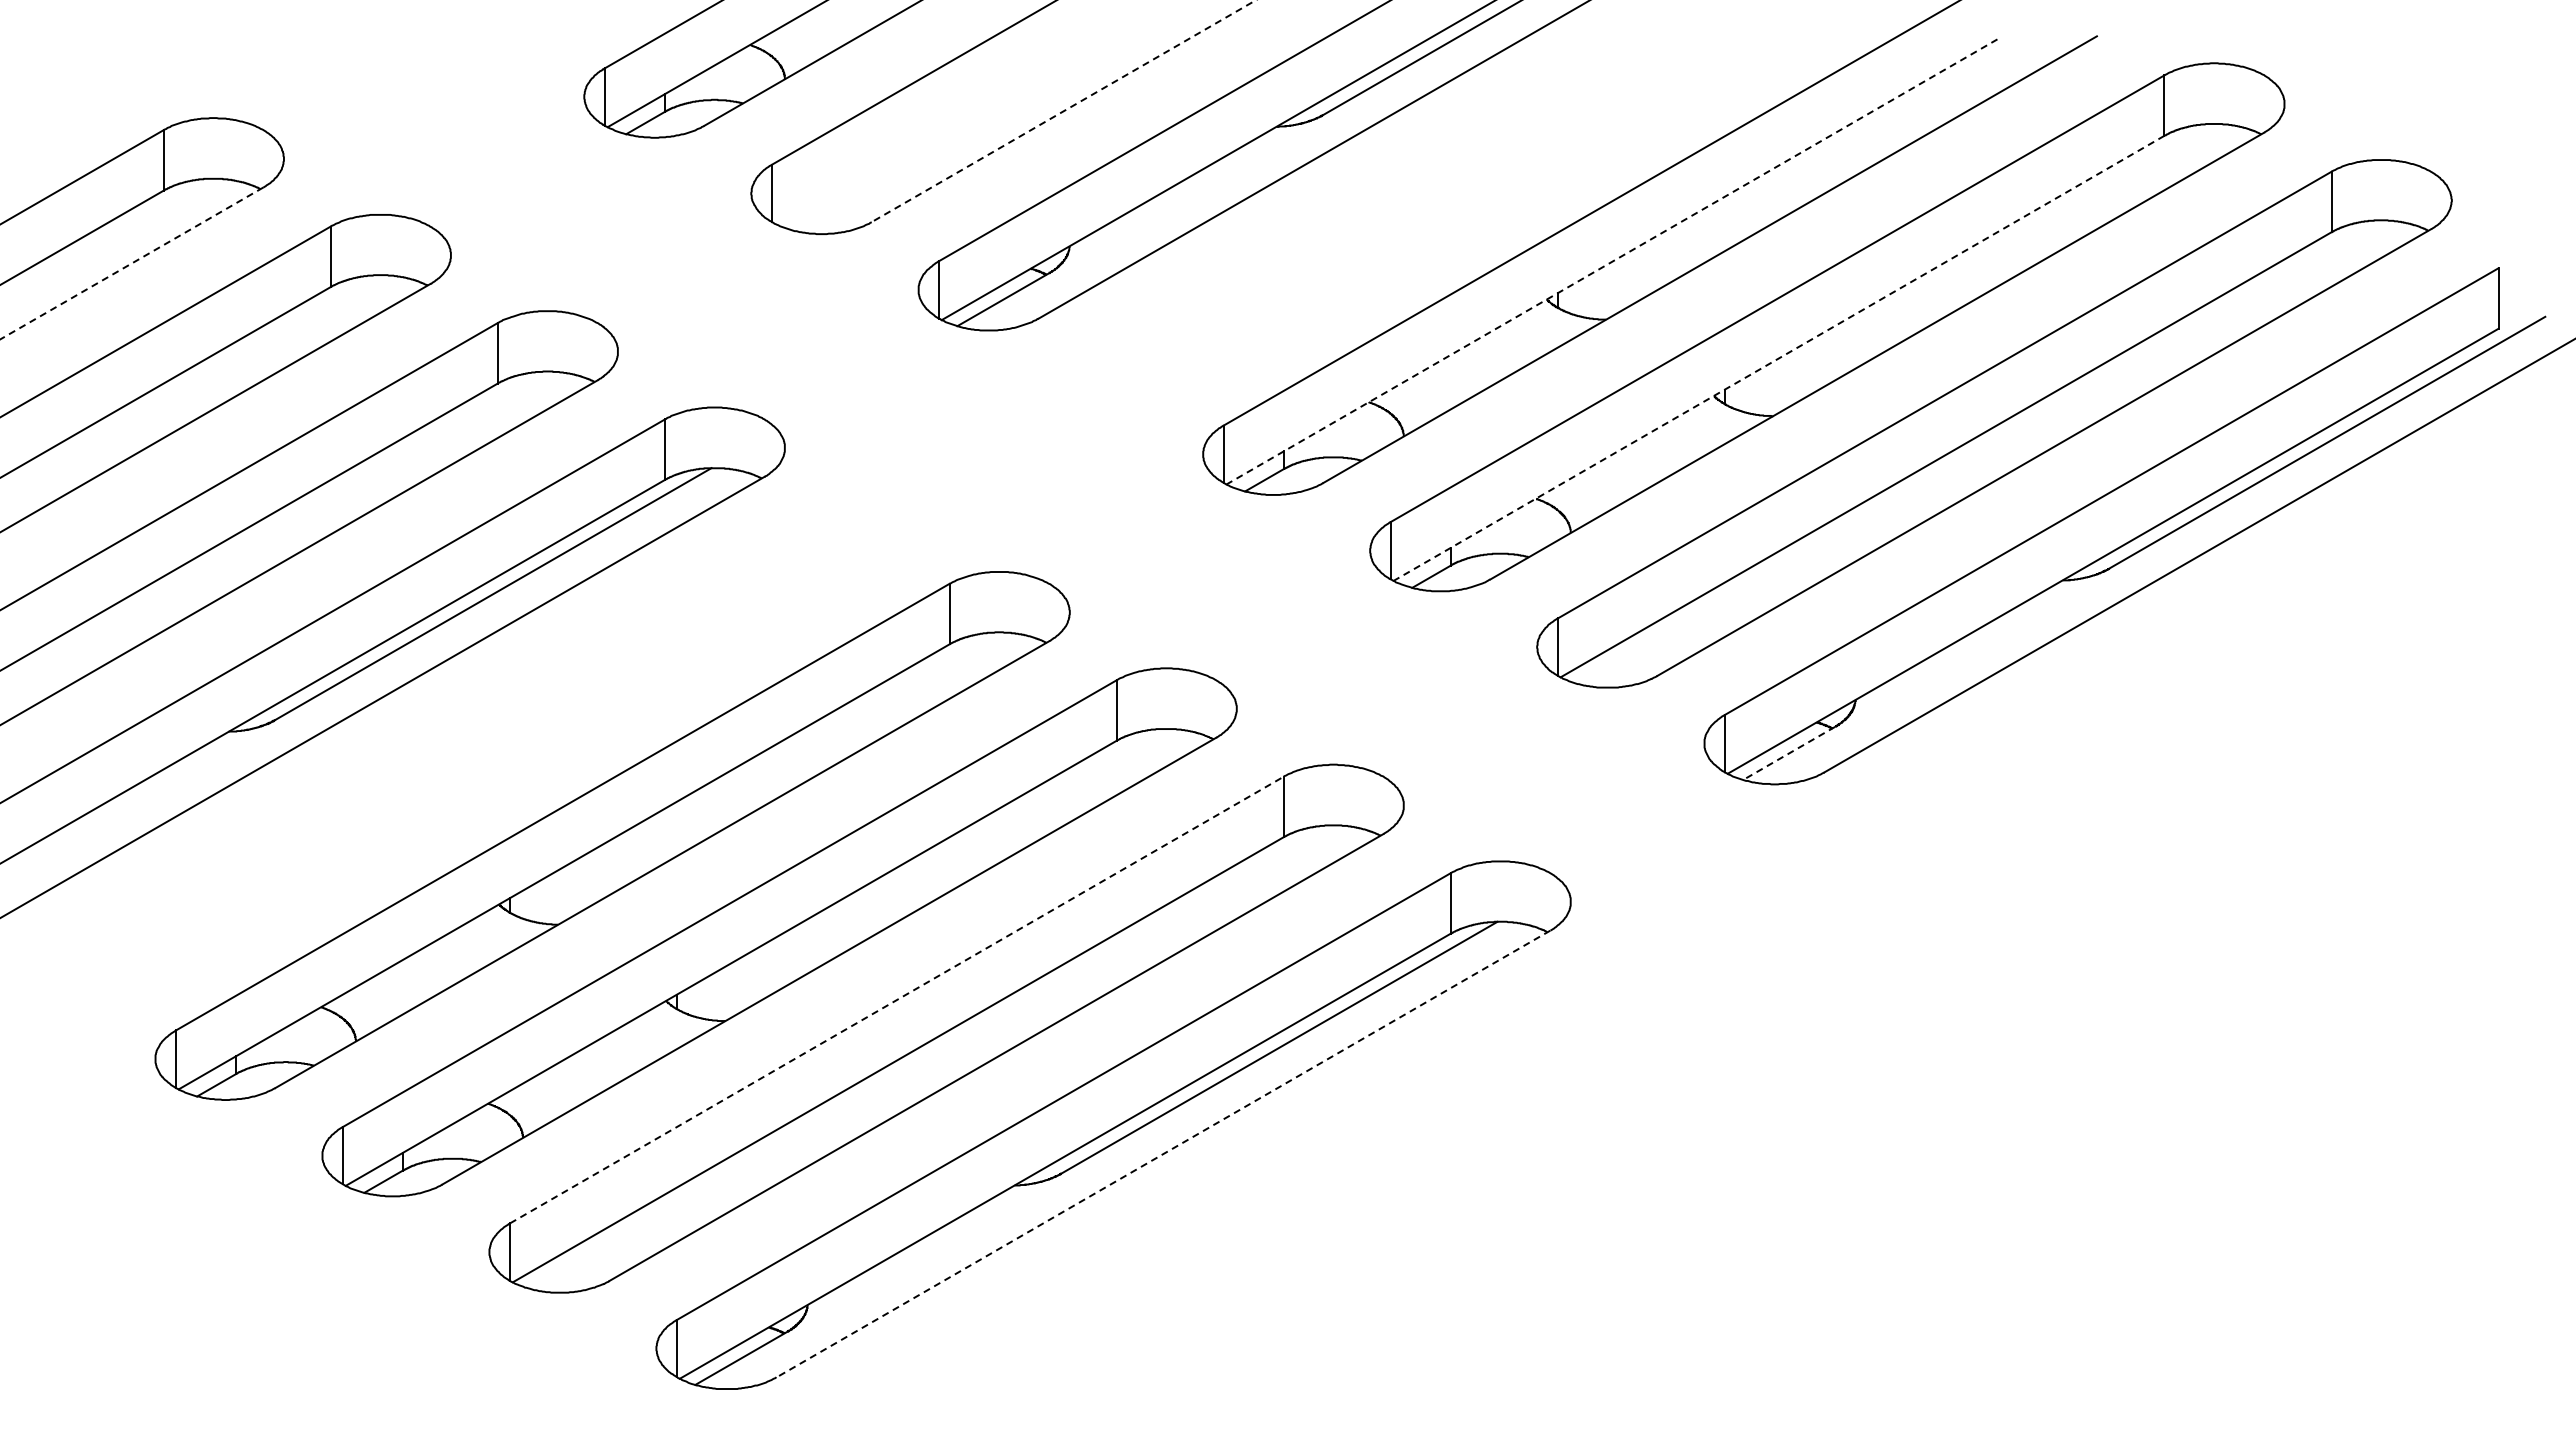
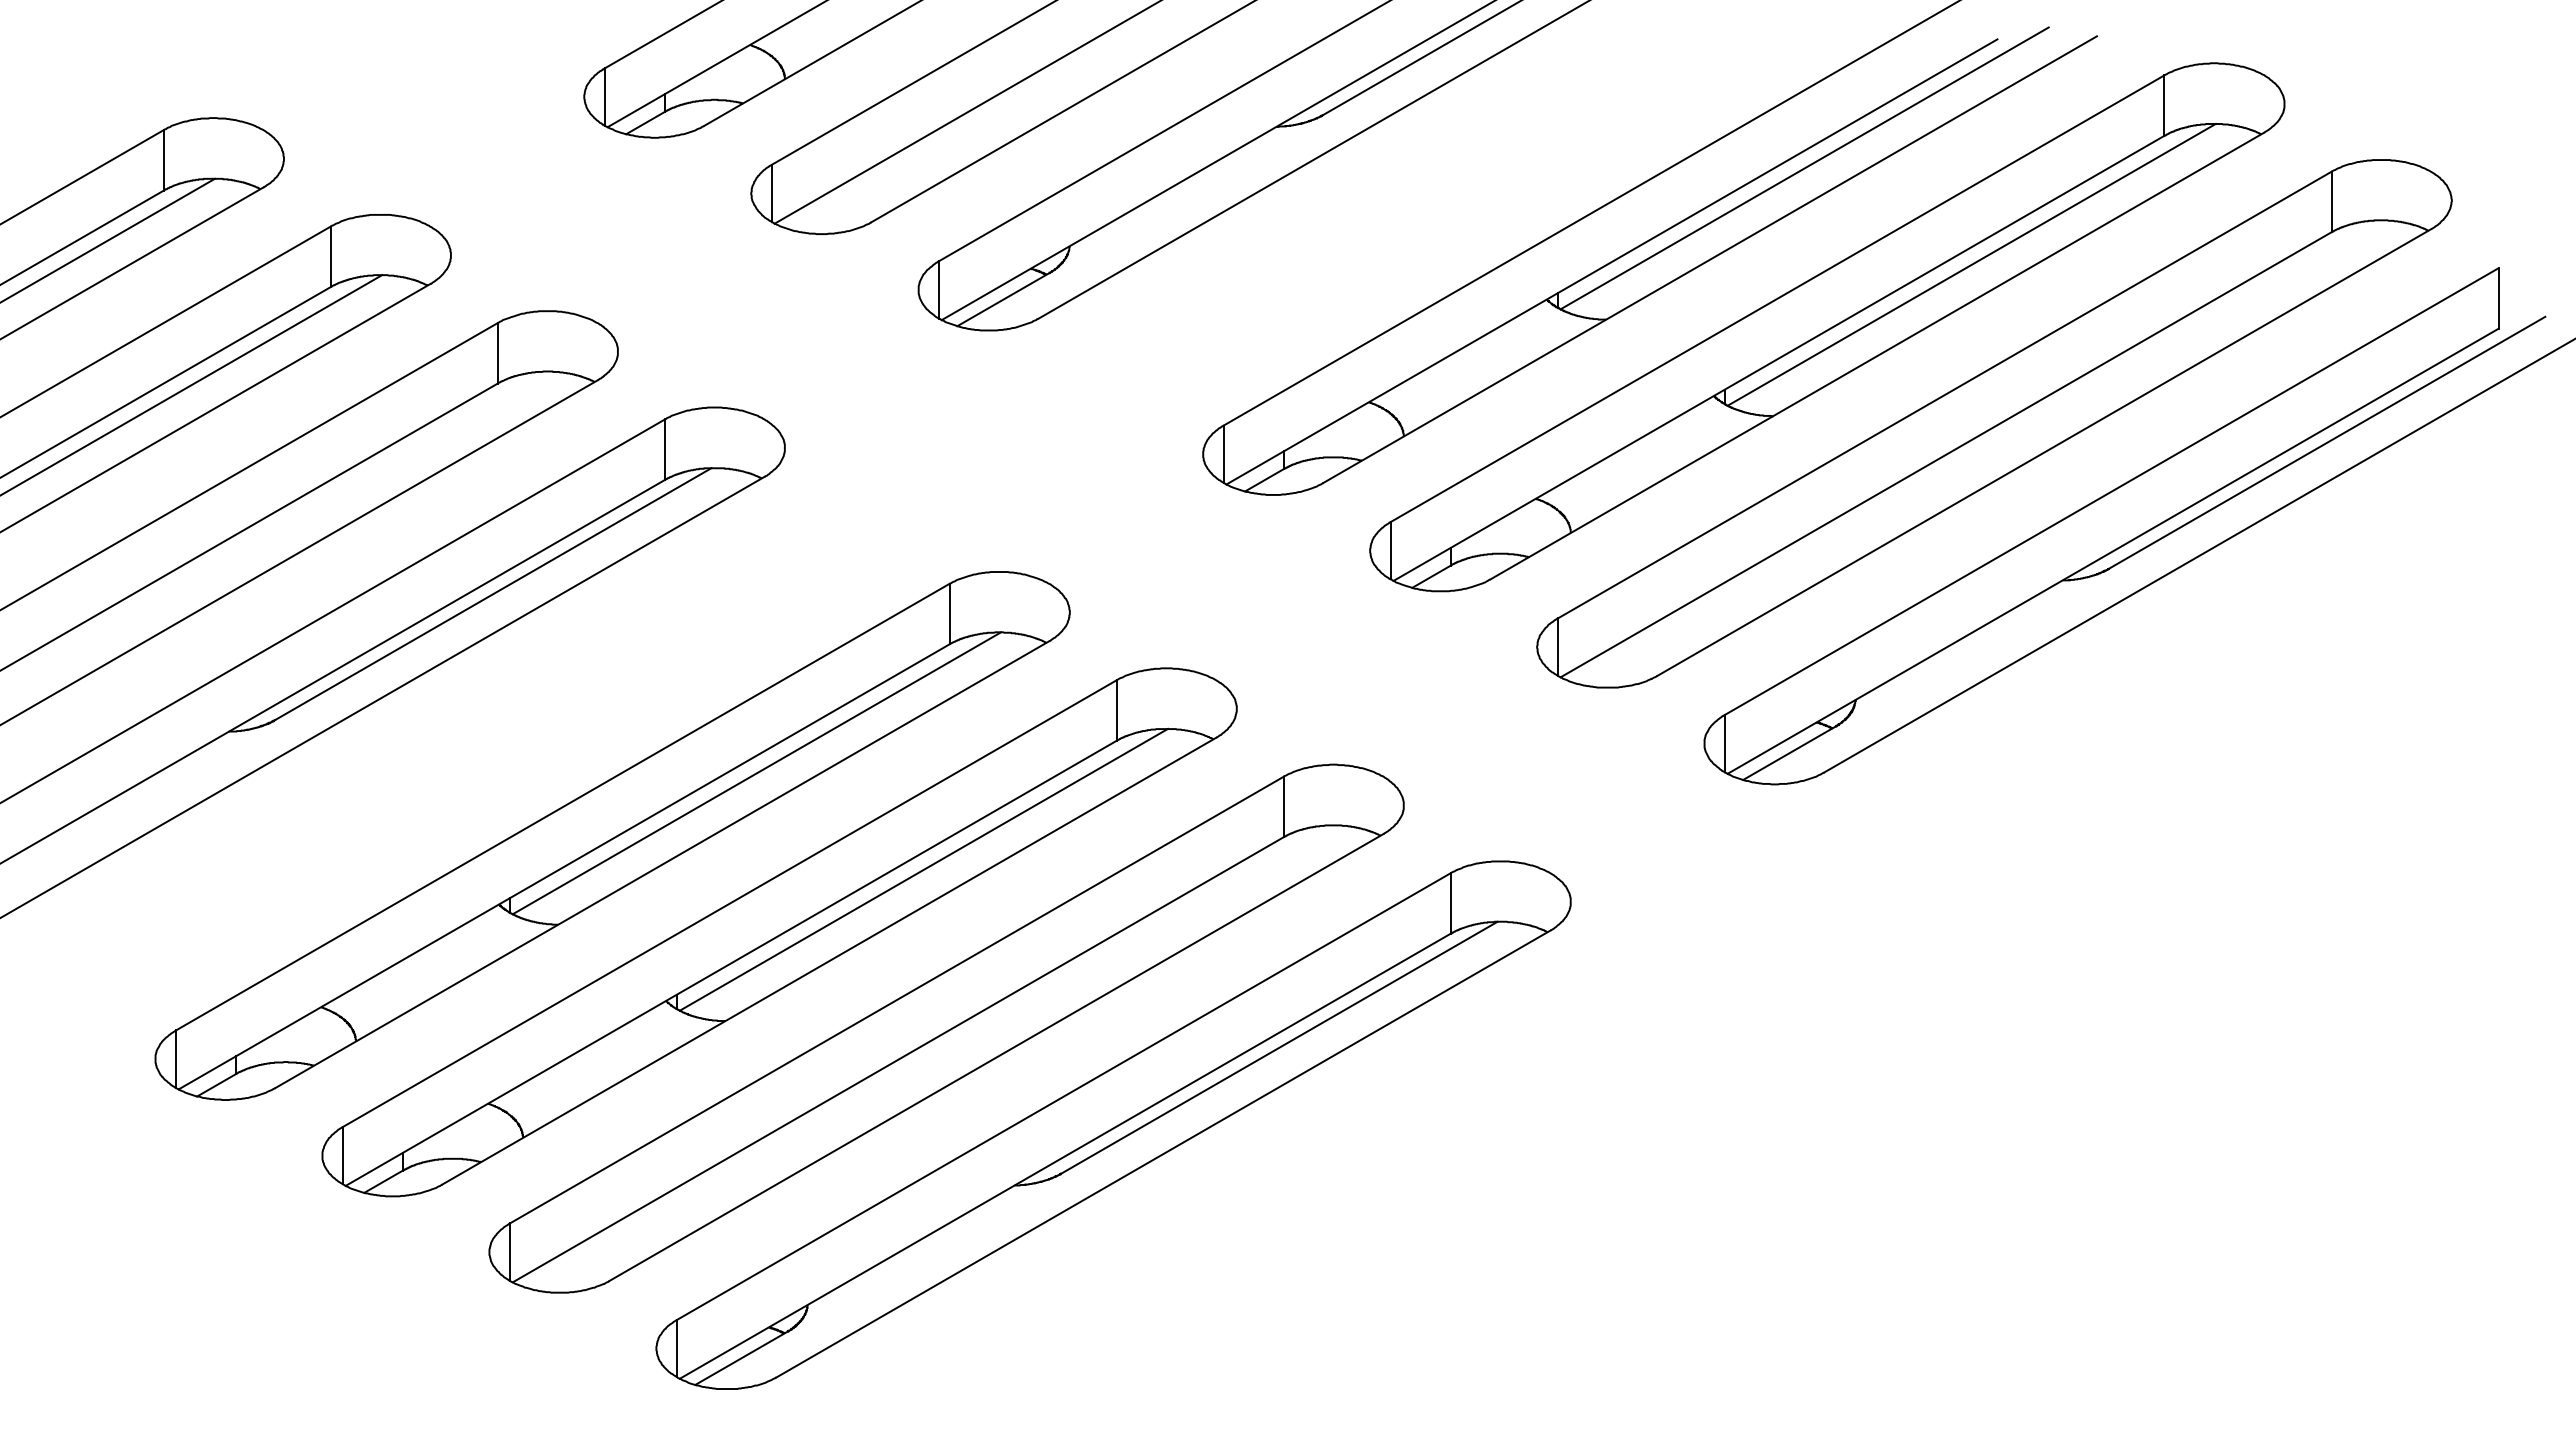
line at (1063, 111): dashed -> solid
line at (966, 112): none -> present
line at (1804, 168): none -> present
line at (108, 239): none -> present
line at (1611, 262): dashed -> solid
line at (131, 263): dashed -> solid
line at (1971, 264): none -> present
line at (1778, 358): dashed -> solid
line at (192, 384): none -> present
line at (1788, 753): dashed -> solid
line at (756, 773): none -> present
line at (923, 869): none -> present
line at (896, 1000): dashed -> solid
line at (1163, 1154): dashed -> solid
